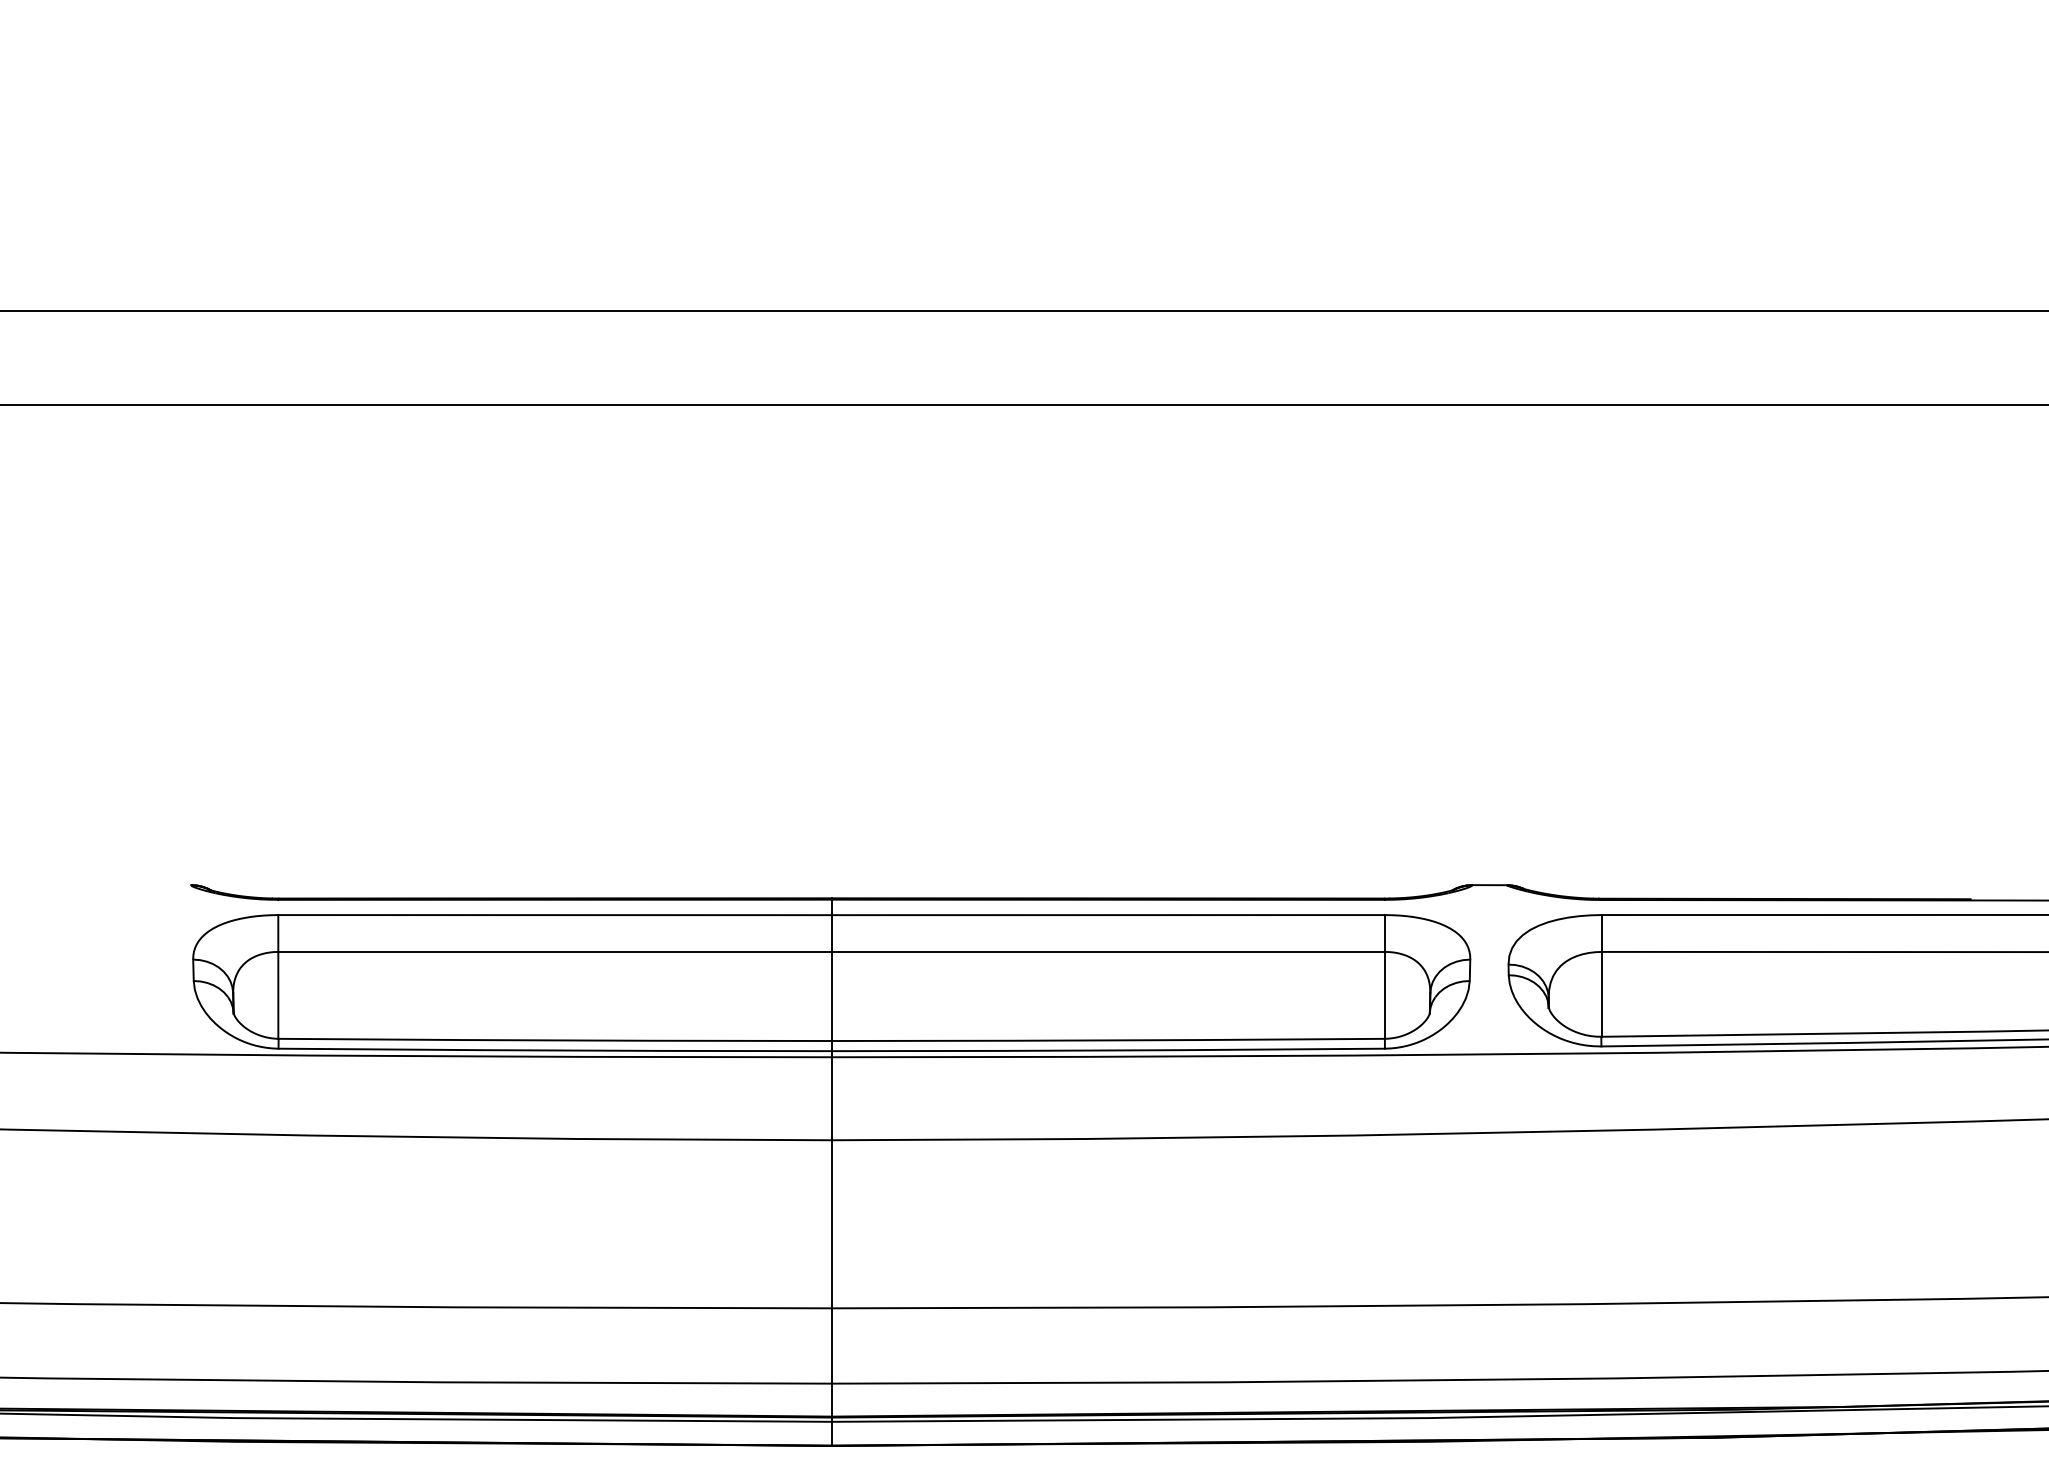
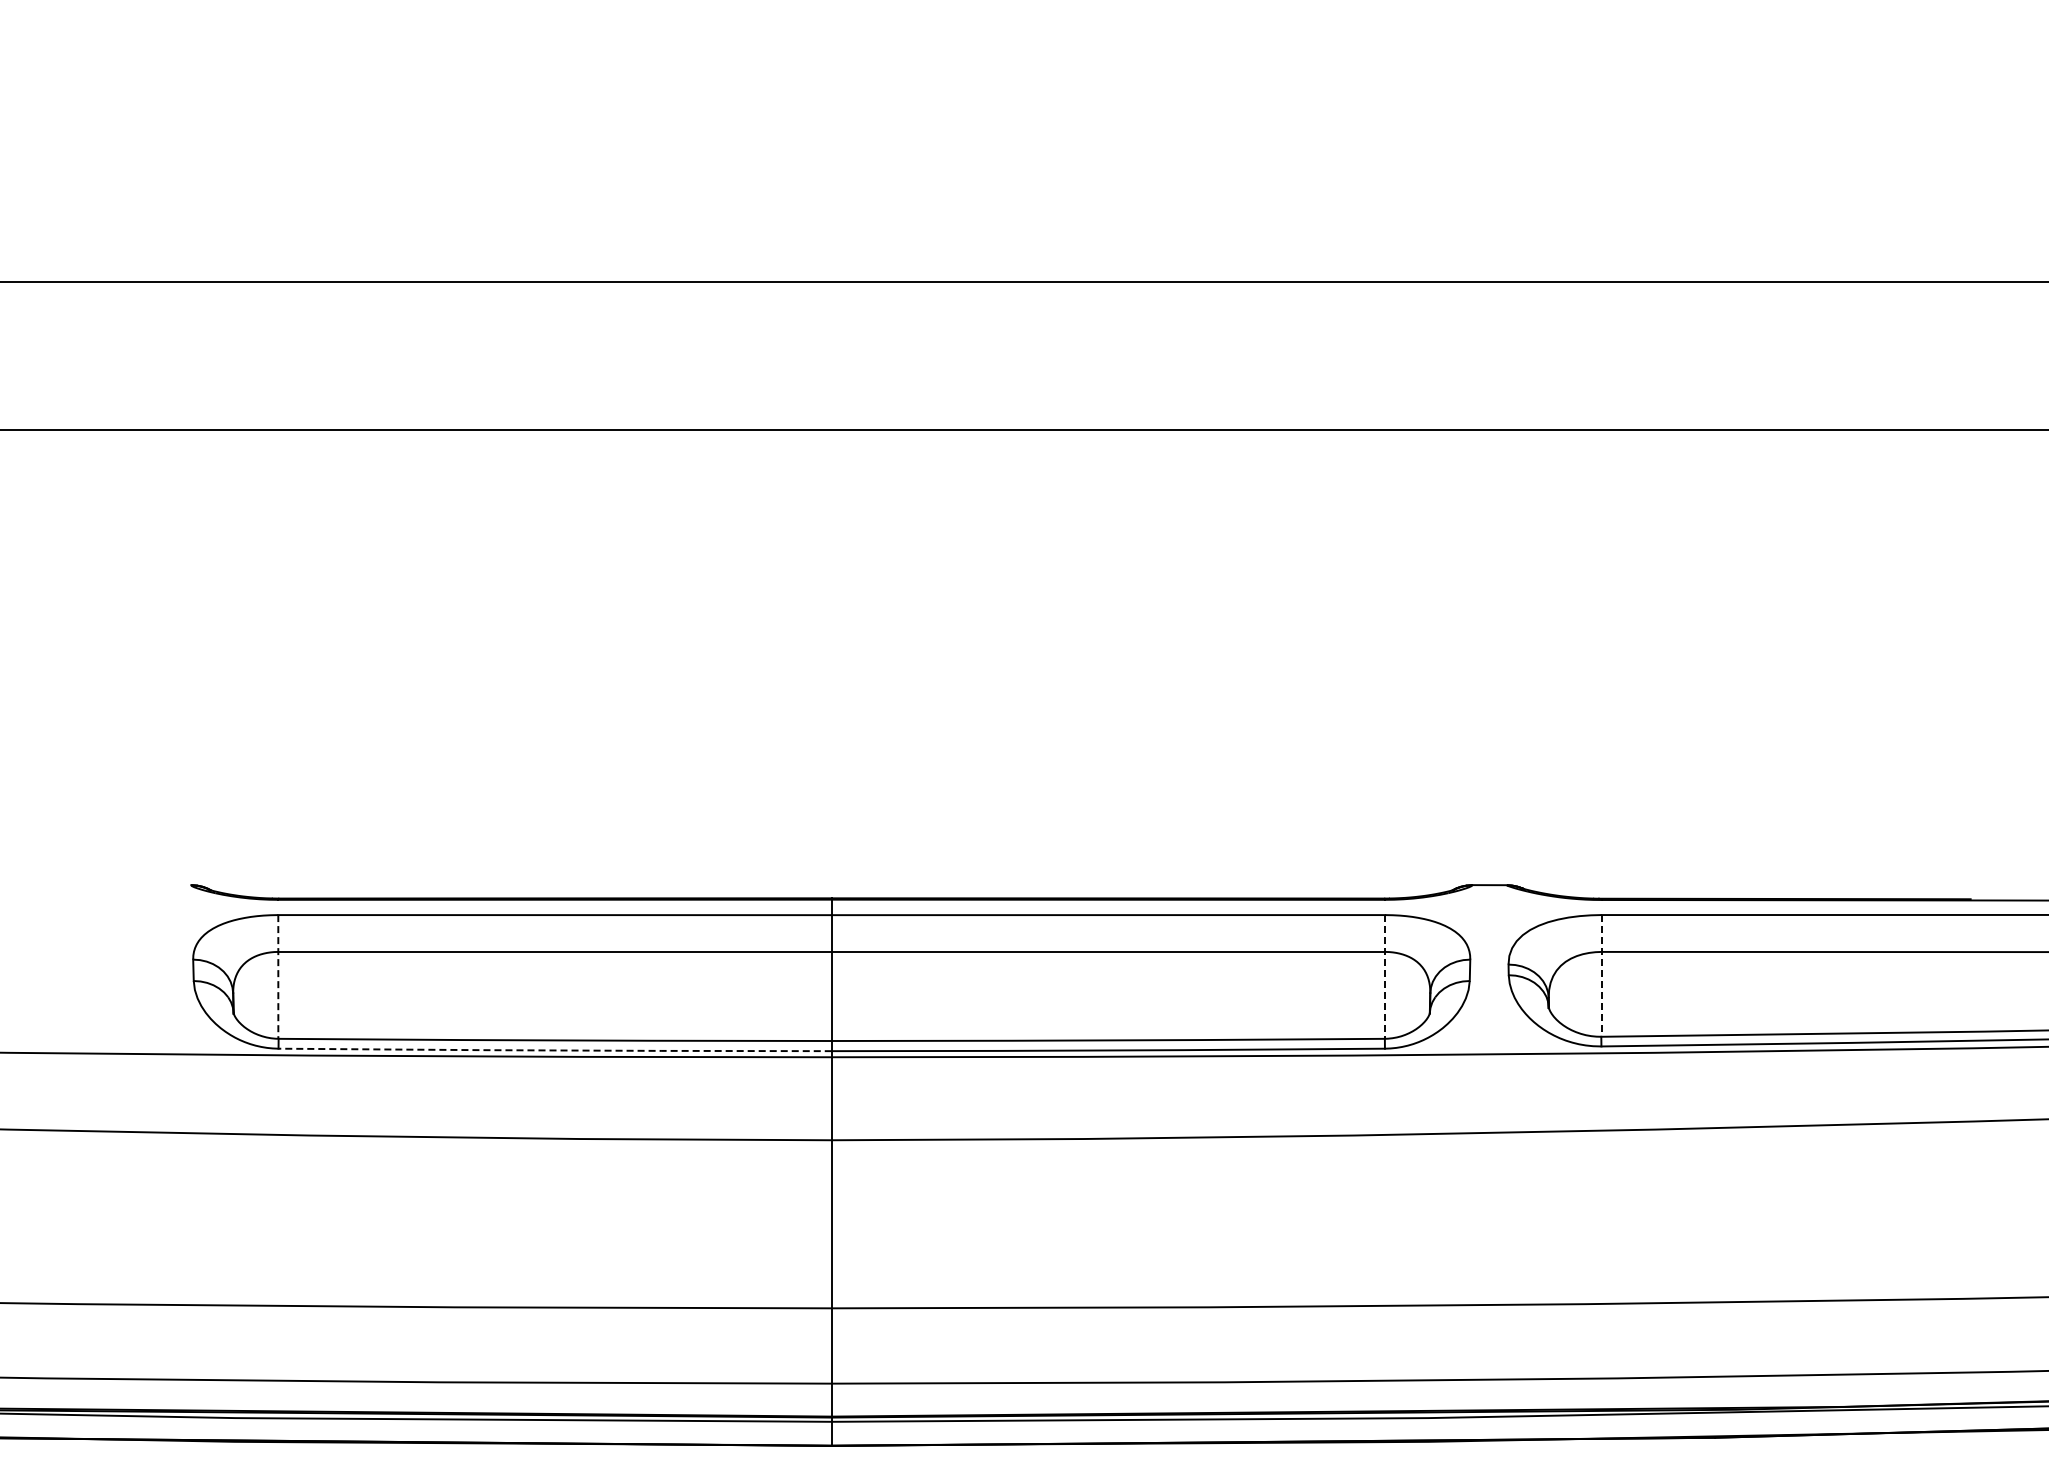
line at (1023, 311) position: (1023, 311) -> (1023, 282)
line at (1023, 405) position: (1023, 405) -> (1023, 430)
line at (1601, 975): solid -> dashed
line at (278, 976): solid -> dashed
line at (1385, 976): solid -> dashed
line at (554, 1050): solid -> dashed
